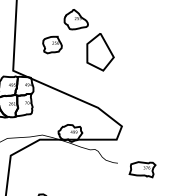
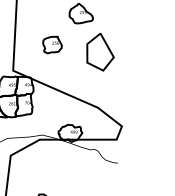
part at (75, 19) position: (75, 19) -> (80, 13)
part at (142, 169): present -> none
